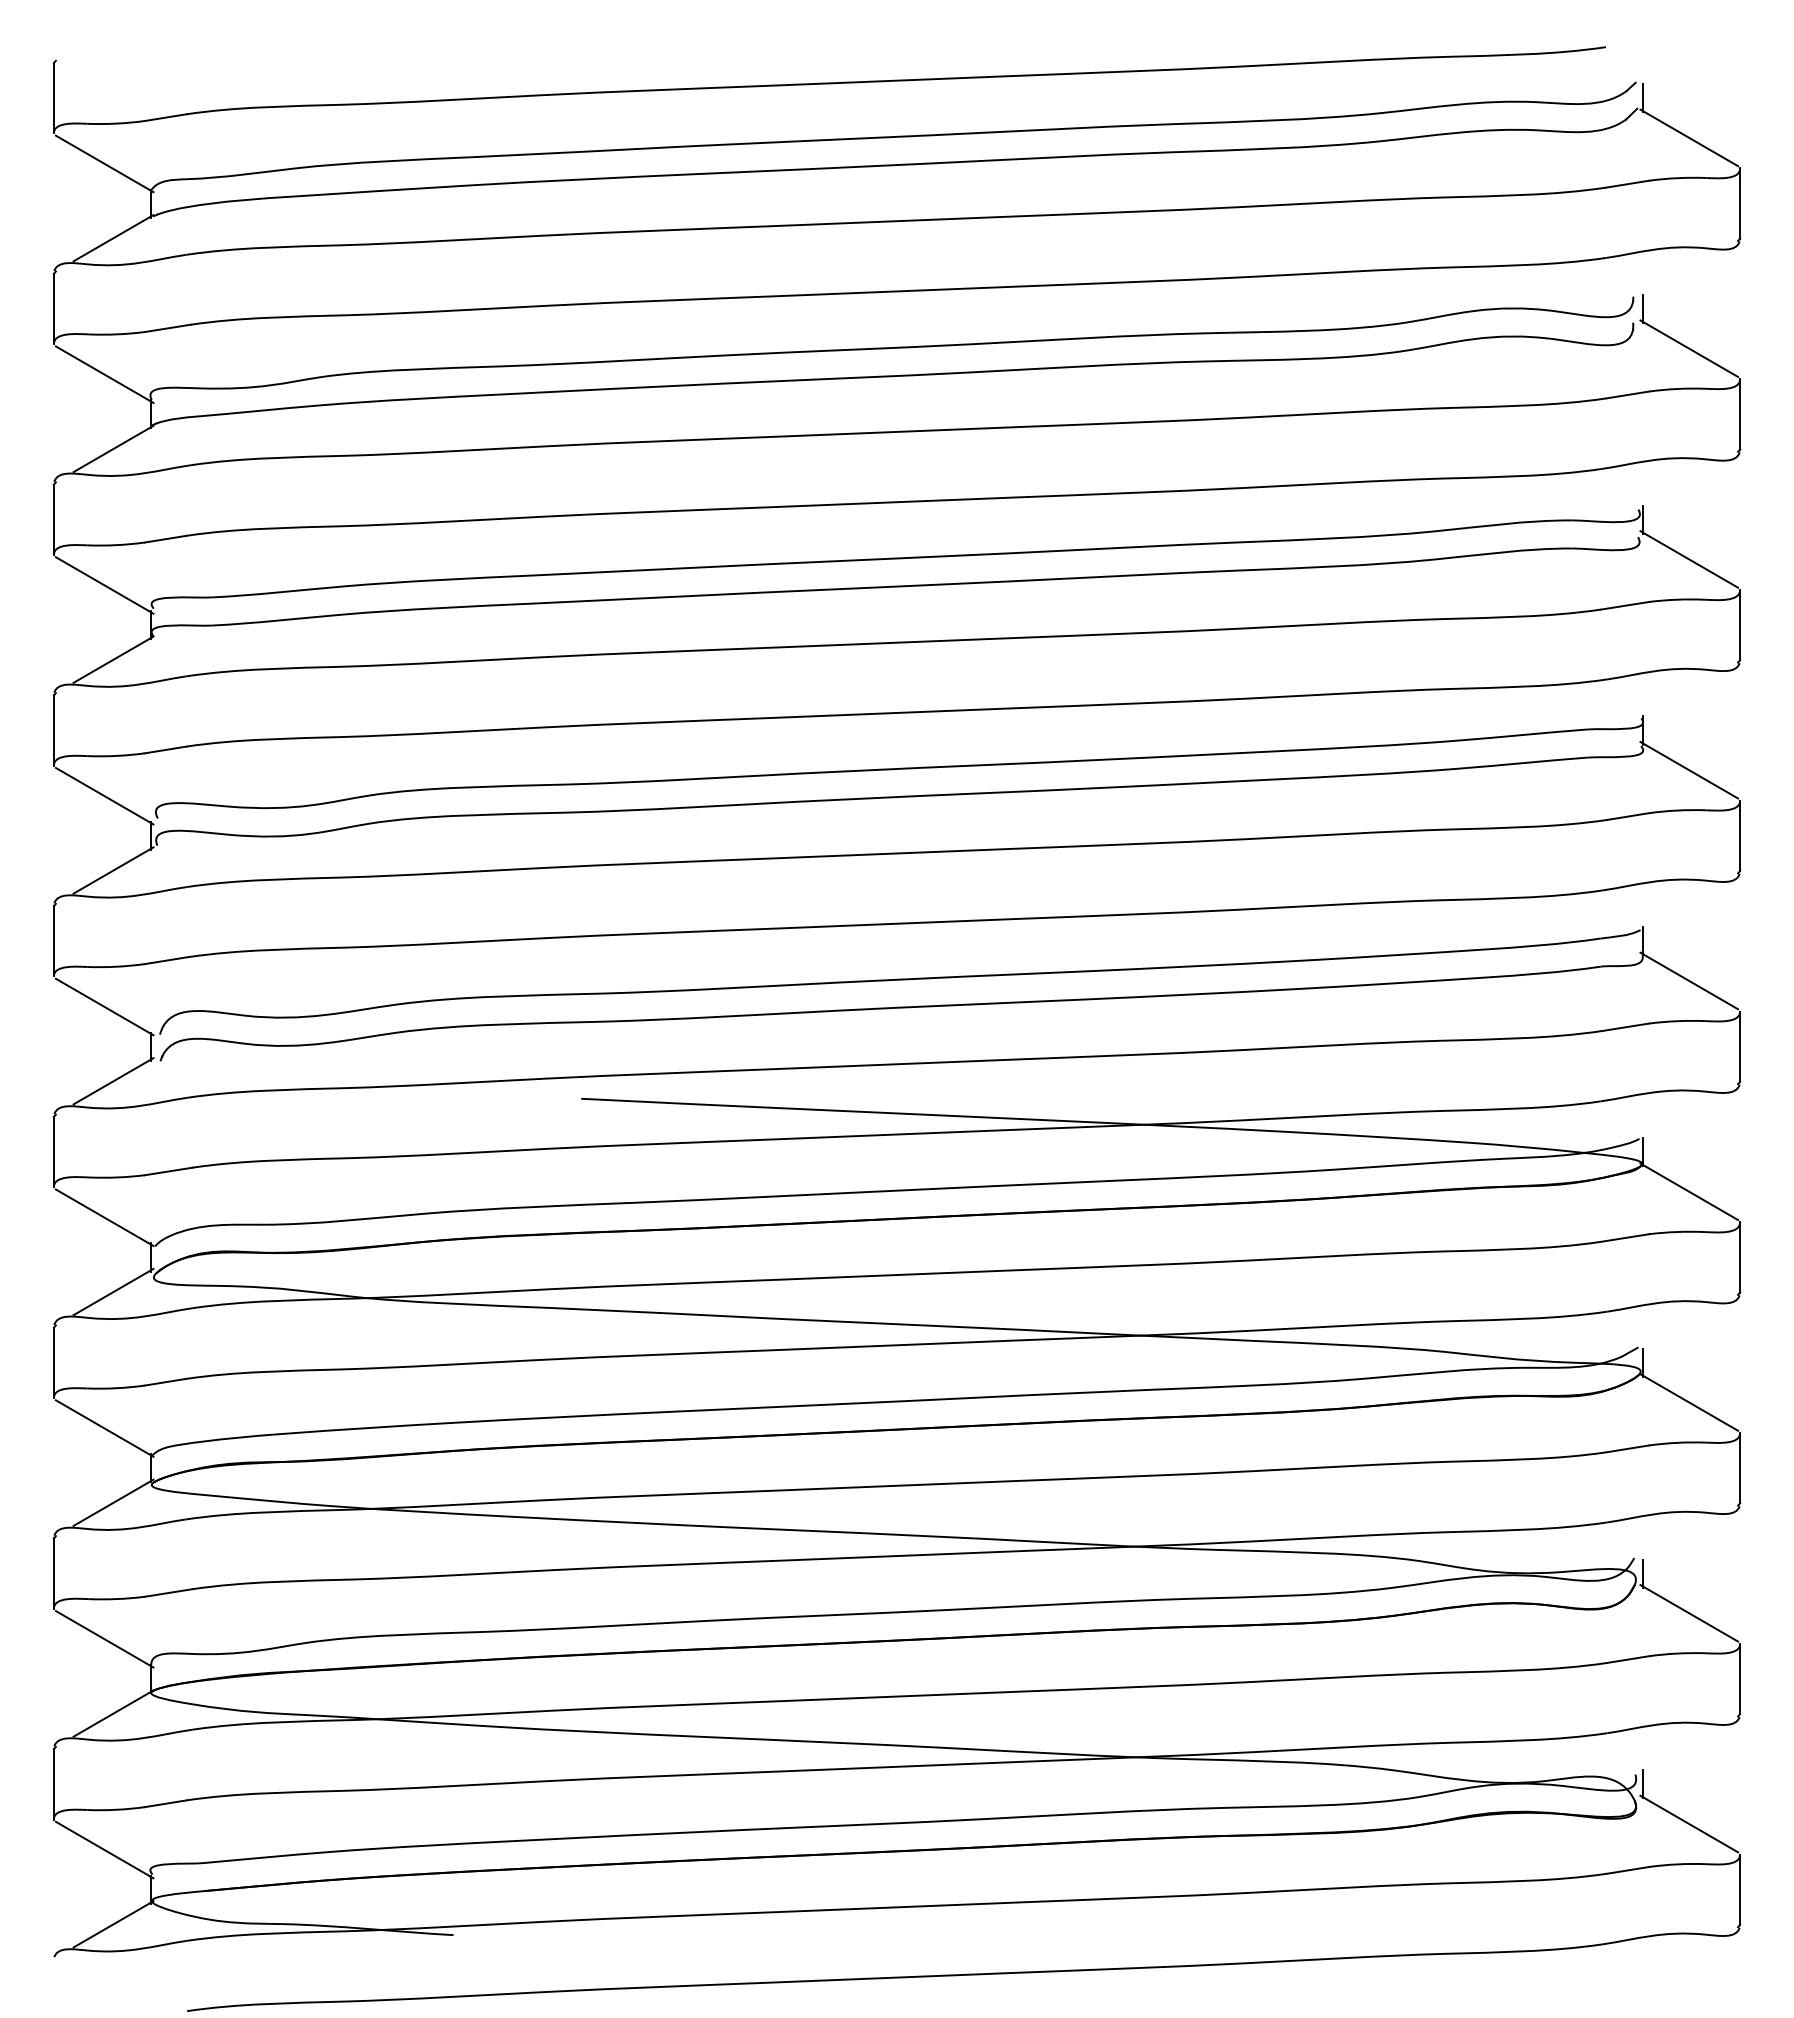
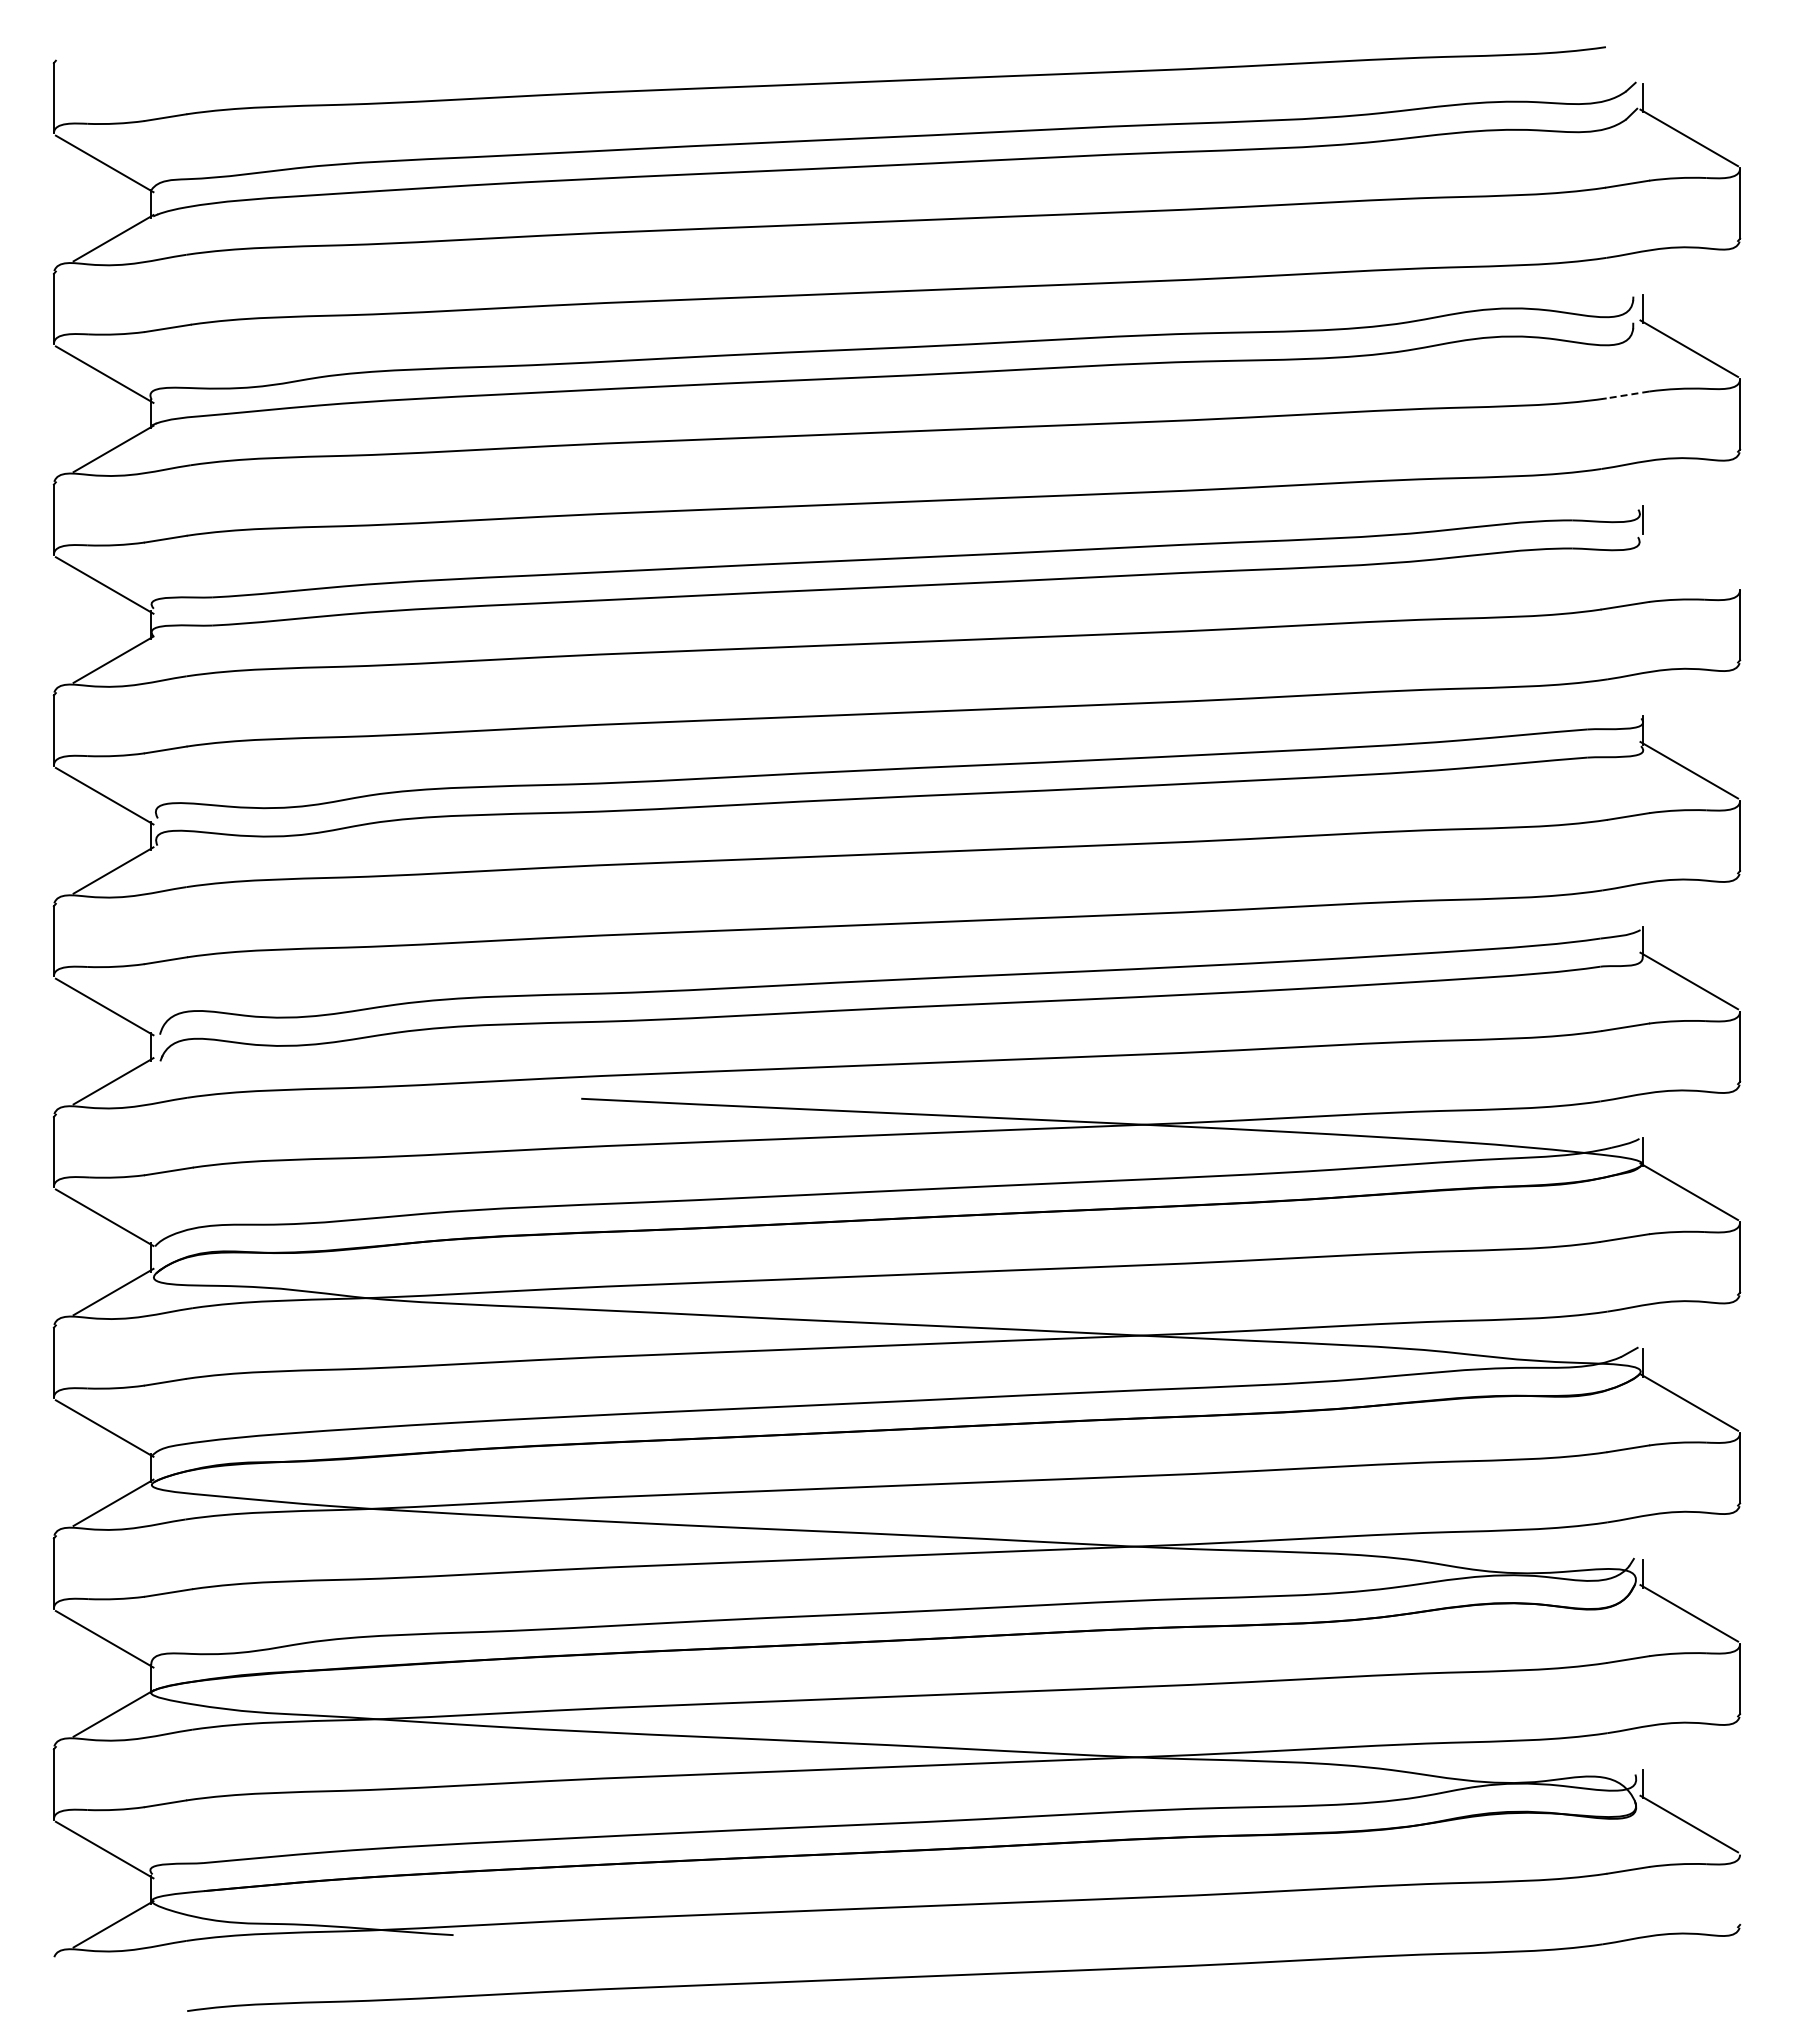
line at (1627, 394): solid -> dashed
line at (1689, 559): present -> none
line at (1740, 1889): present -> none
